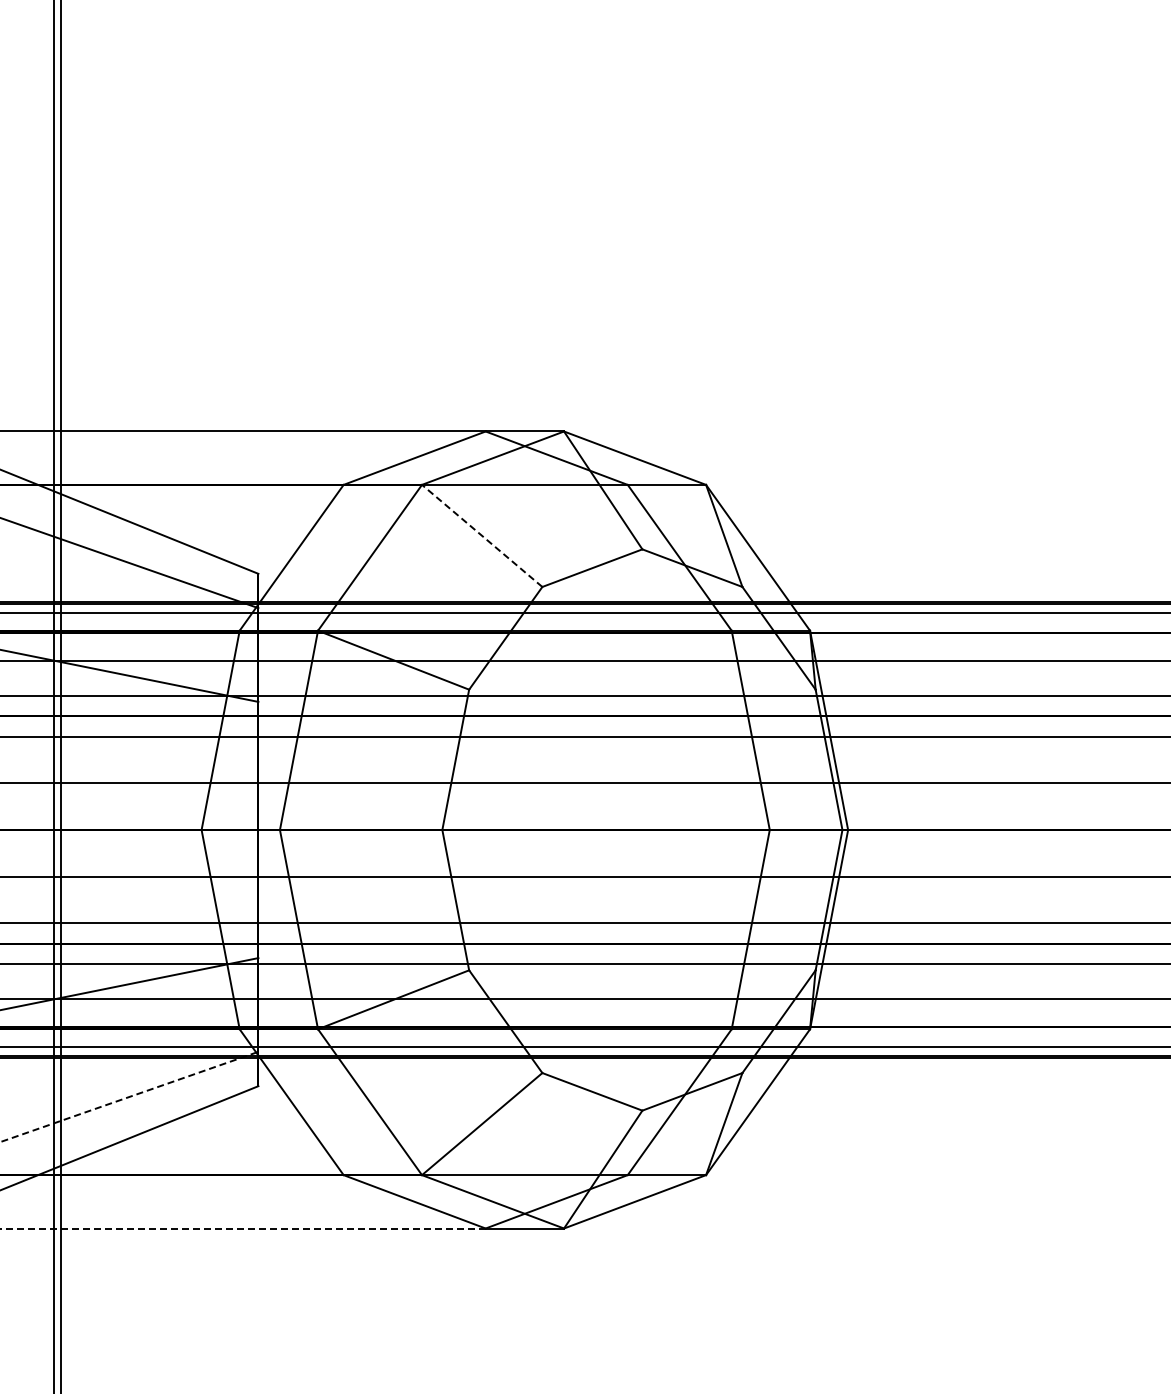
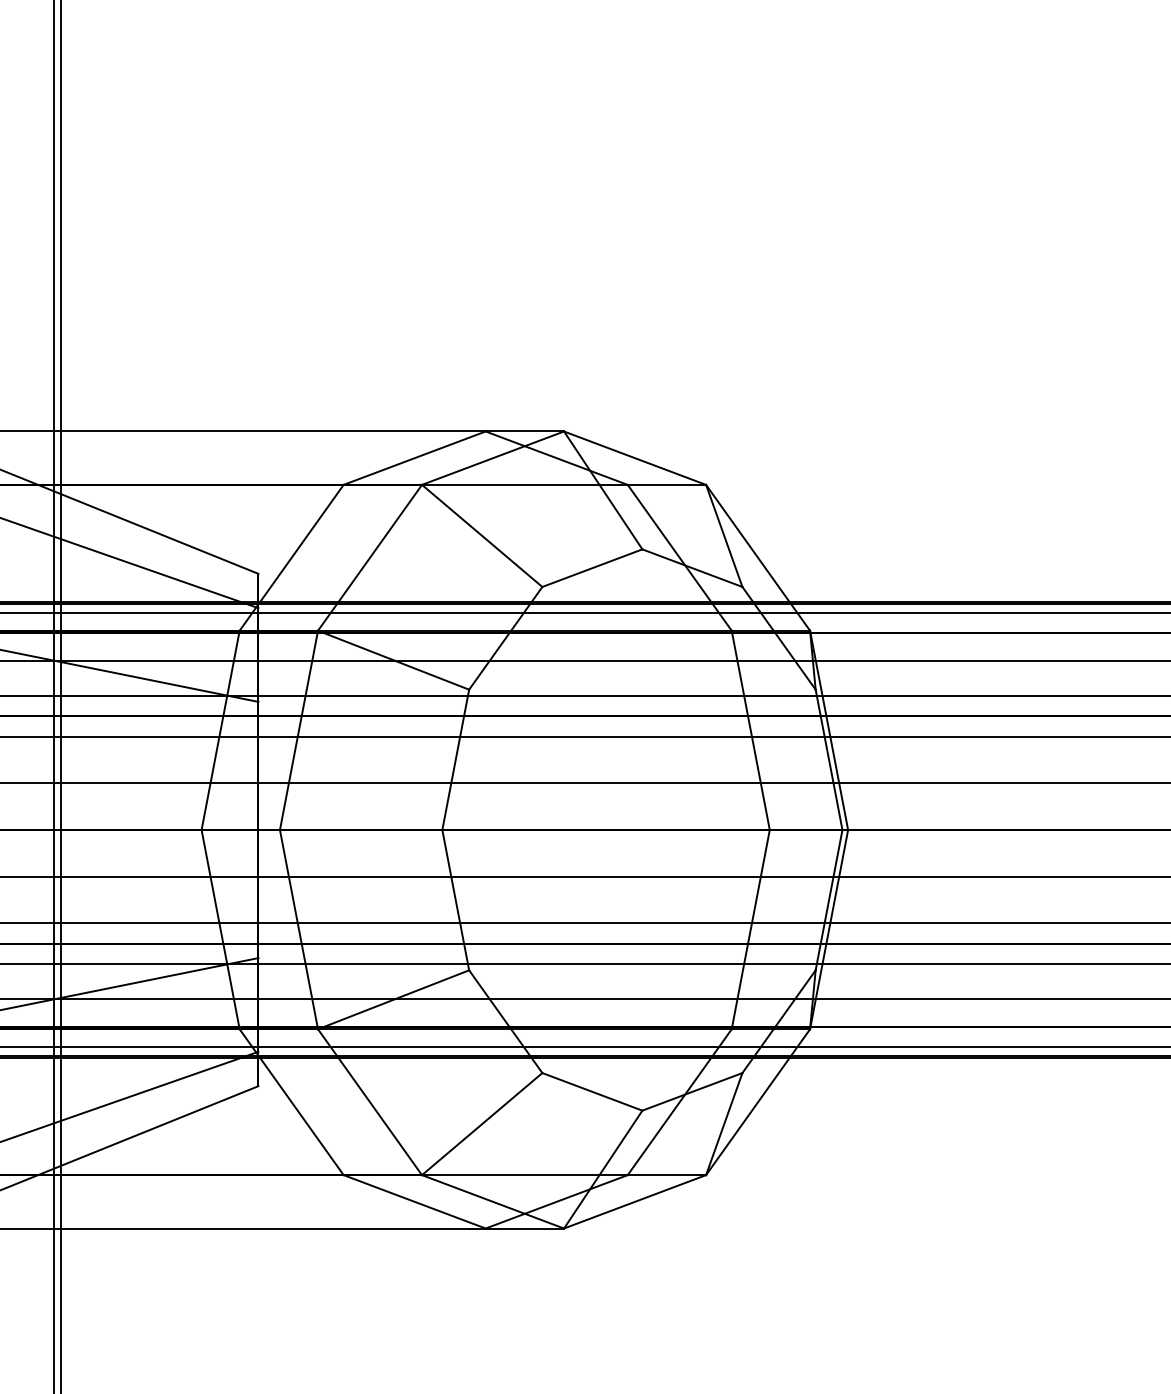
line at (482, 535): dashed -> solid
line at (129, 1097): dashed -> solid
line at (242, 1228): dashed -> solid
